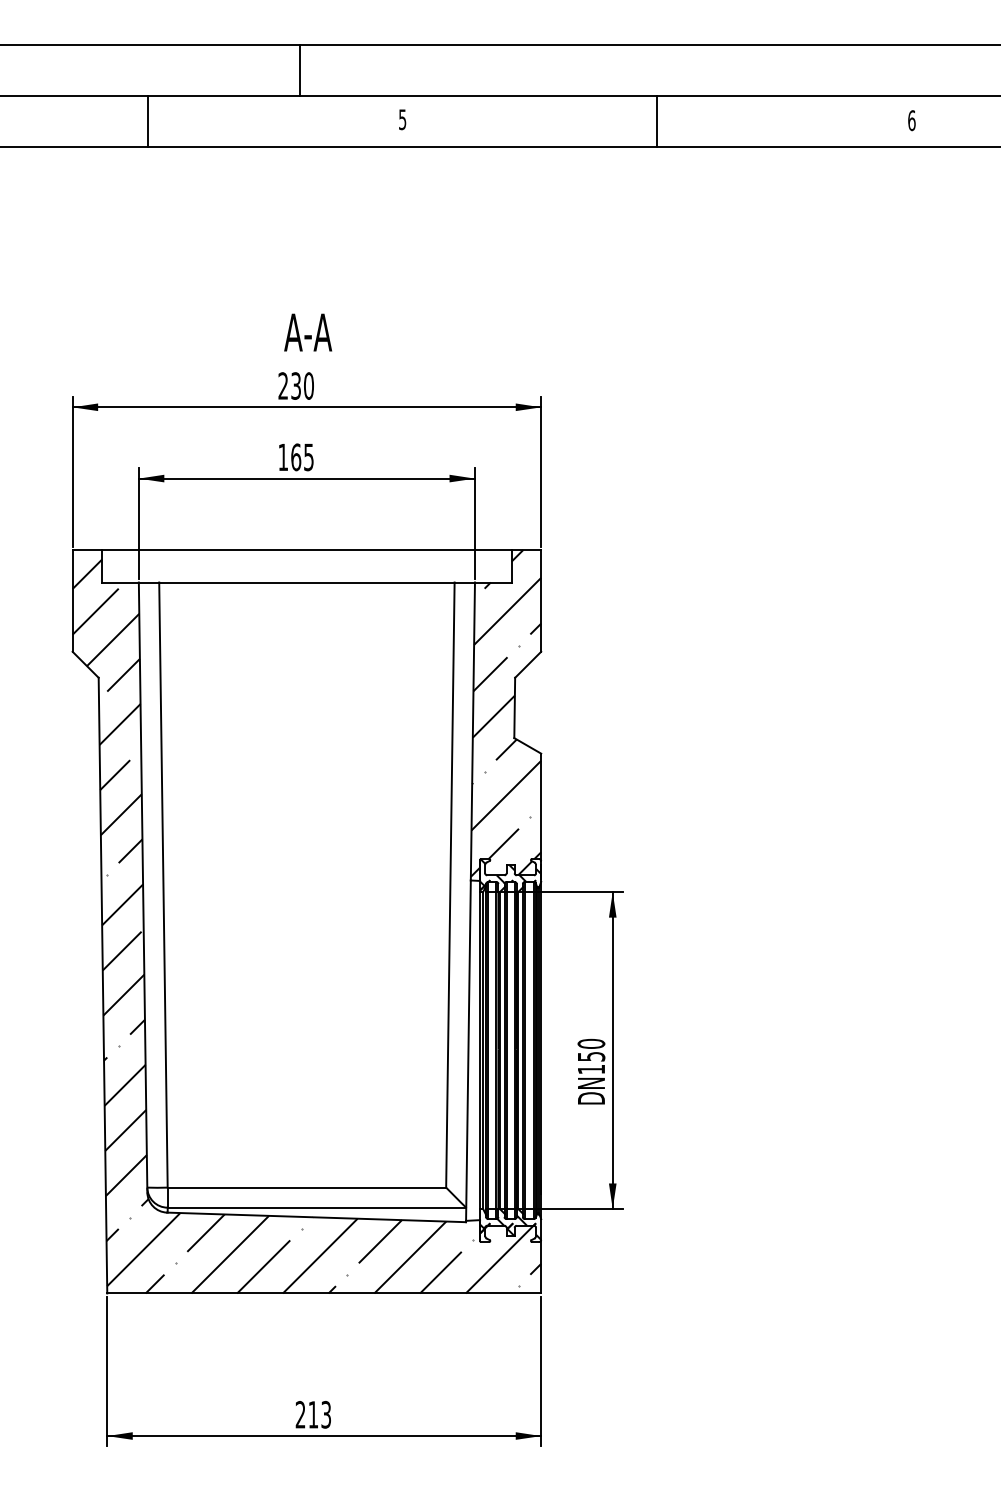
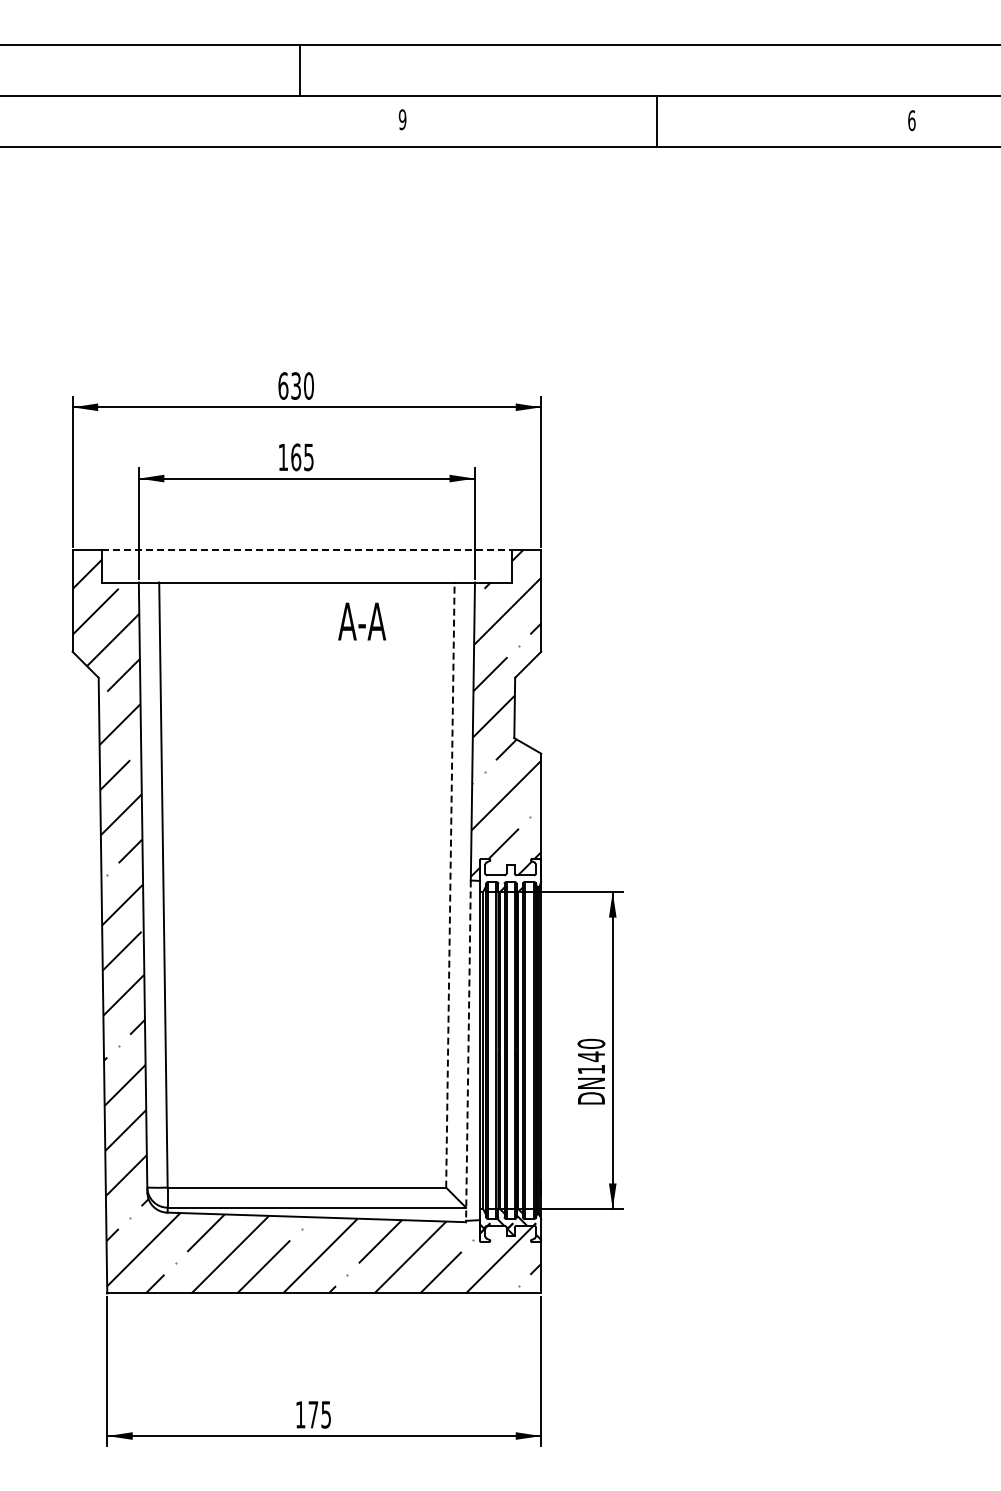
text at (402, 119): 5 -> 9
line at (147, 120): present -> none
text at (308, 332) position: (308, 332) -> (362, 621)
text at (283, 385): 230 -> 630
line at (306, 549): solid -> dashed
hatch at (510, 874): present -> none
line at (450, 885): solid -> dashed
line at (468, 1051): solid -> dashed
text at (591, 1056): DN150 -> DN140
text at (312, 1414): 213 -> 175
